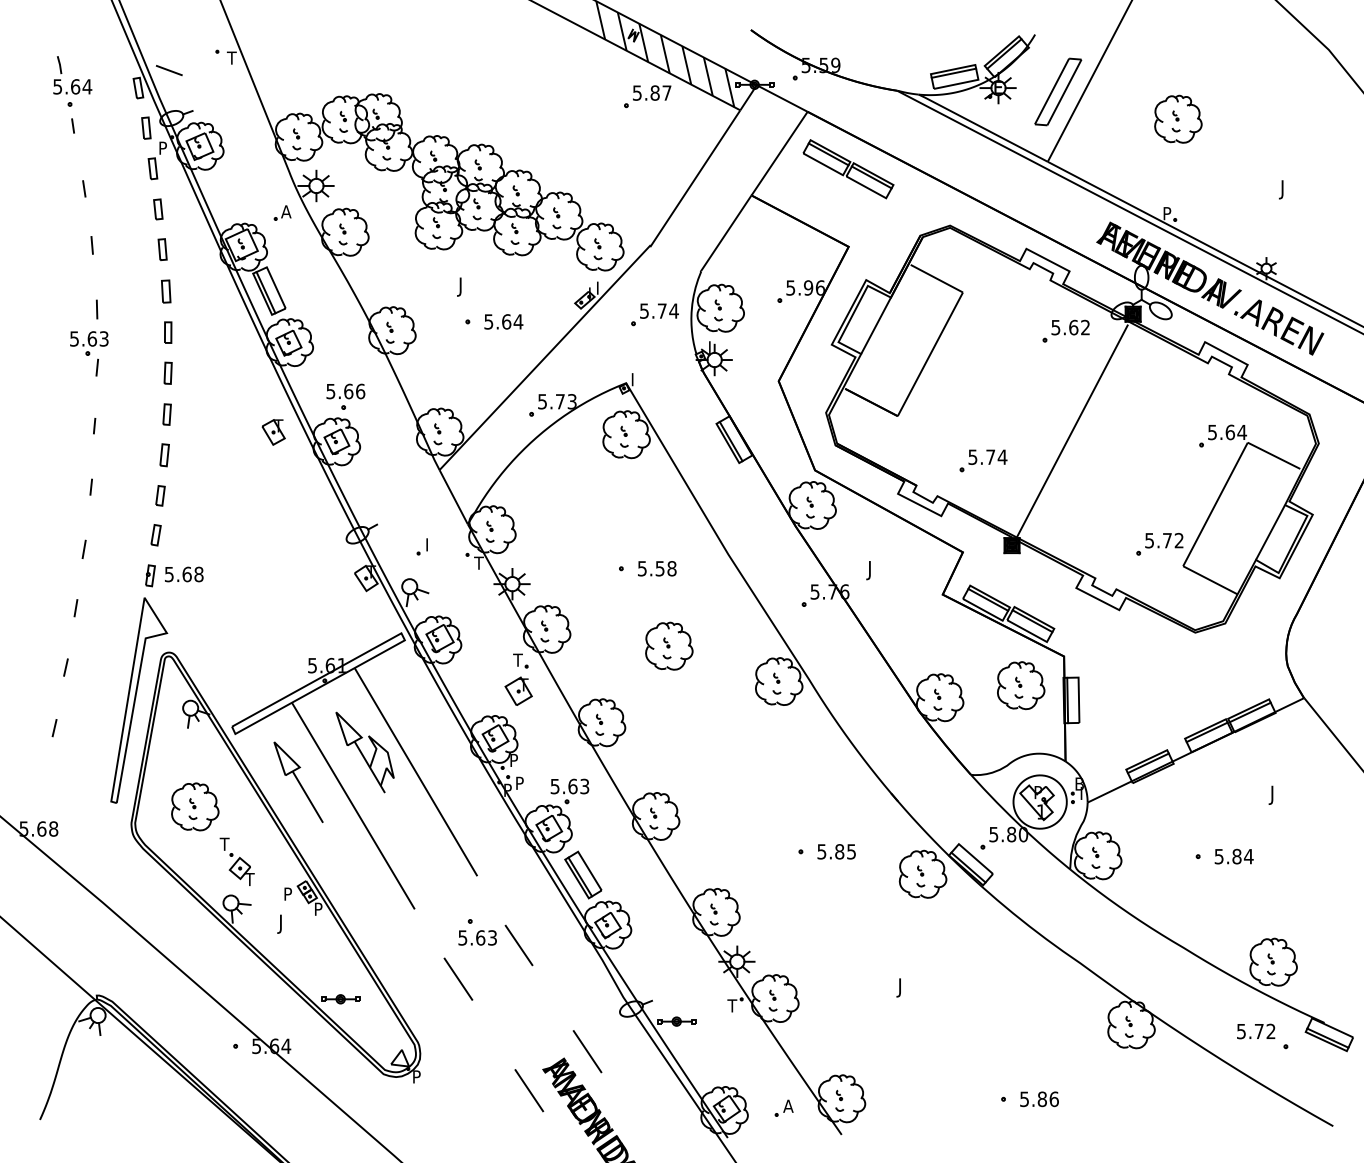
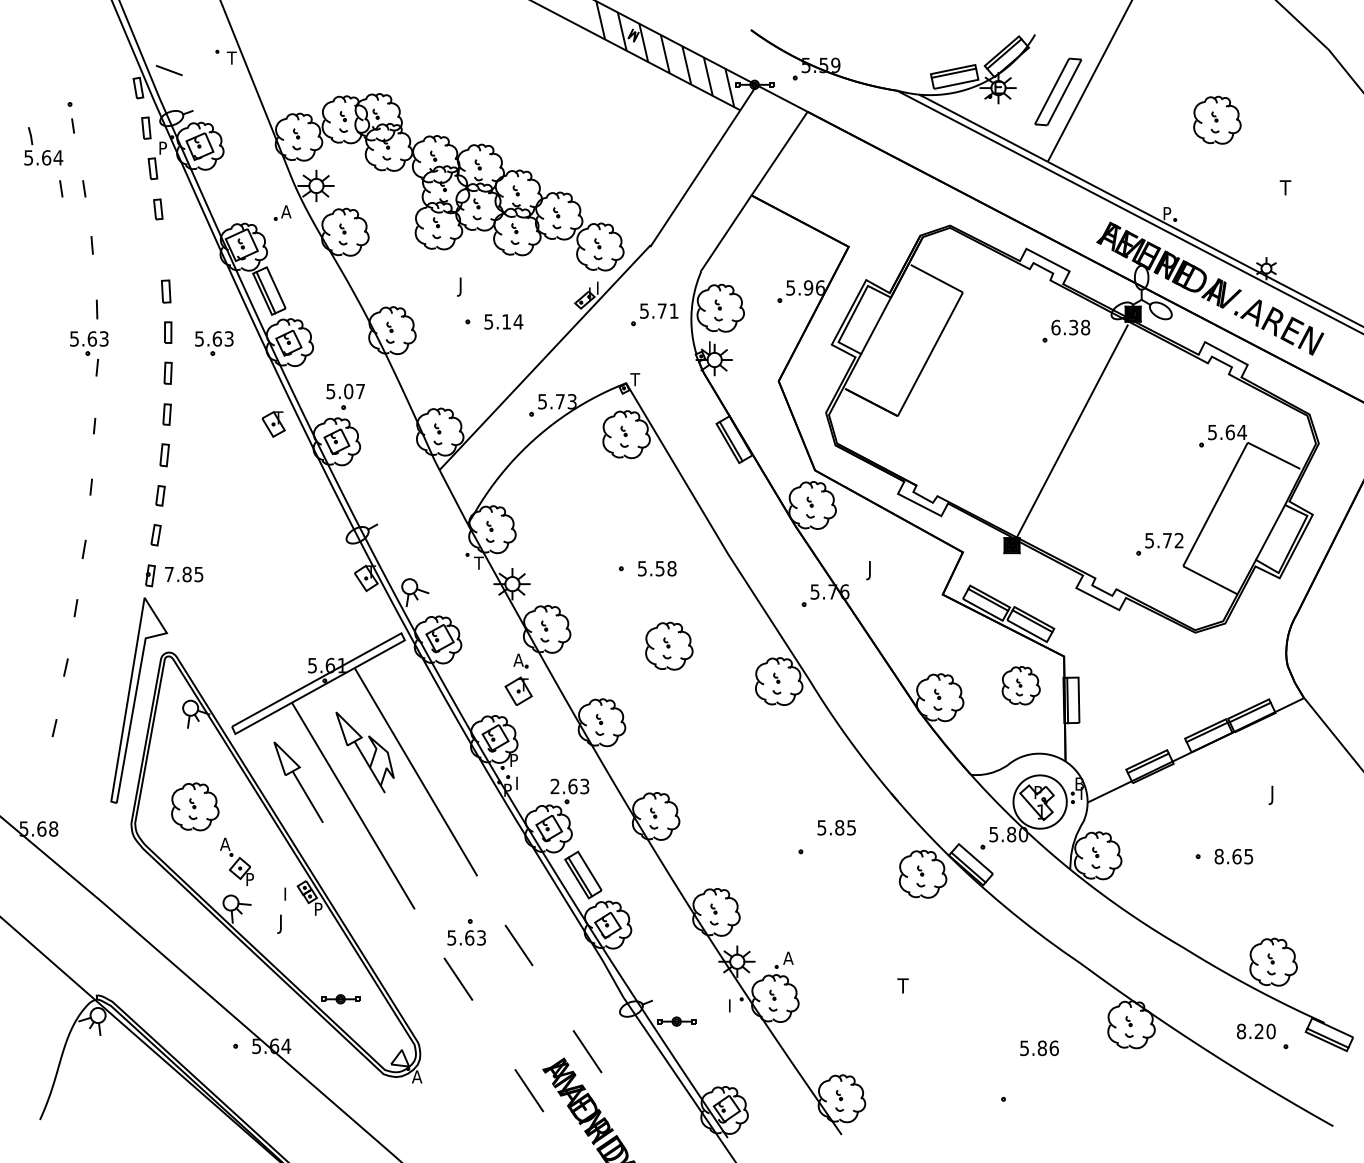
part at (72, 75) position: (72, 75) -> (43, 146)
part at (647, 96): present -> none
part at (1178, 118) position: (1178, 118) -> (1217, 119)
part at (848, 169): present -> none
line at (61, 188): none -> present
text at (1284, 189): J -> T
part at (162, 249): present -> none
text at (673, 310): 5.74 -> 5.71
text at (506, 321): 5.64 -> 5.14
text at (1070, 327): 5.62 -> 6.38
part at (214, 343): none -> present
text at (635, 379): I -> T
text at (354, 391): 5.66 -> 5.07
part at (273, 432) position: (273, 432) -> (273, 424)
part at (983, 460): present -> none
part at (421, 546): present -> none
text at (183, 574): 5.68 -> 7.85
text at (518, 659): T -> A
part at (1021, 685) size: 49x50 px -> 40x40 px
text at (520, 780): P -> I
text at (554, 786): 5.63 -> 2.63
text at (224, 843): T -> A
text at (836, 851) position: (836, 851) -> (836, 827)
text at (1233, 856): 5.84 -> 8.65
text at (249, 879): T -> P
text at (288, 891): P -> I
text at (477, 937) position: (477, 937) -> (466, 937)
text at (902, 987): J -> T
text at (732, 1005): T -> I
text at (1256, 1031): 5.72 -> 8.20
text at (417, 1076): P -> A
text at (1039, 1099) position: (1039, 1099) -> (1039, 1048)
part at (783, 1107) position: (783, 1107) -> (783, 959)
